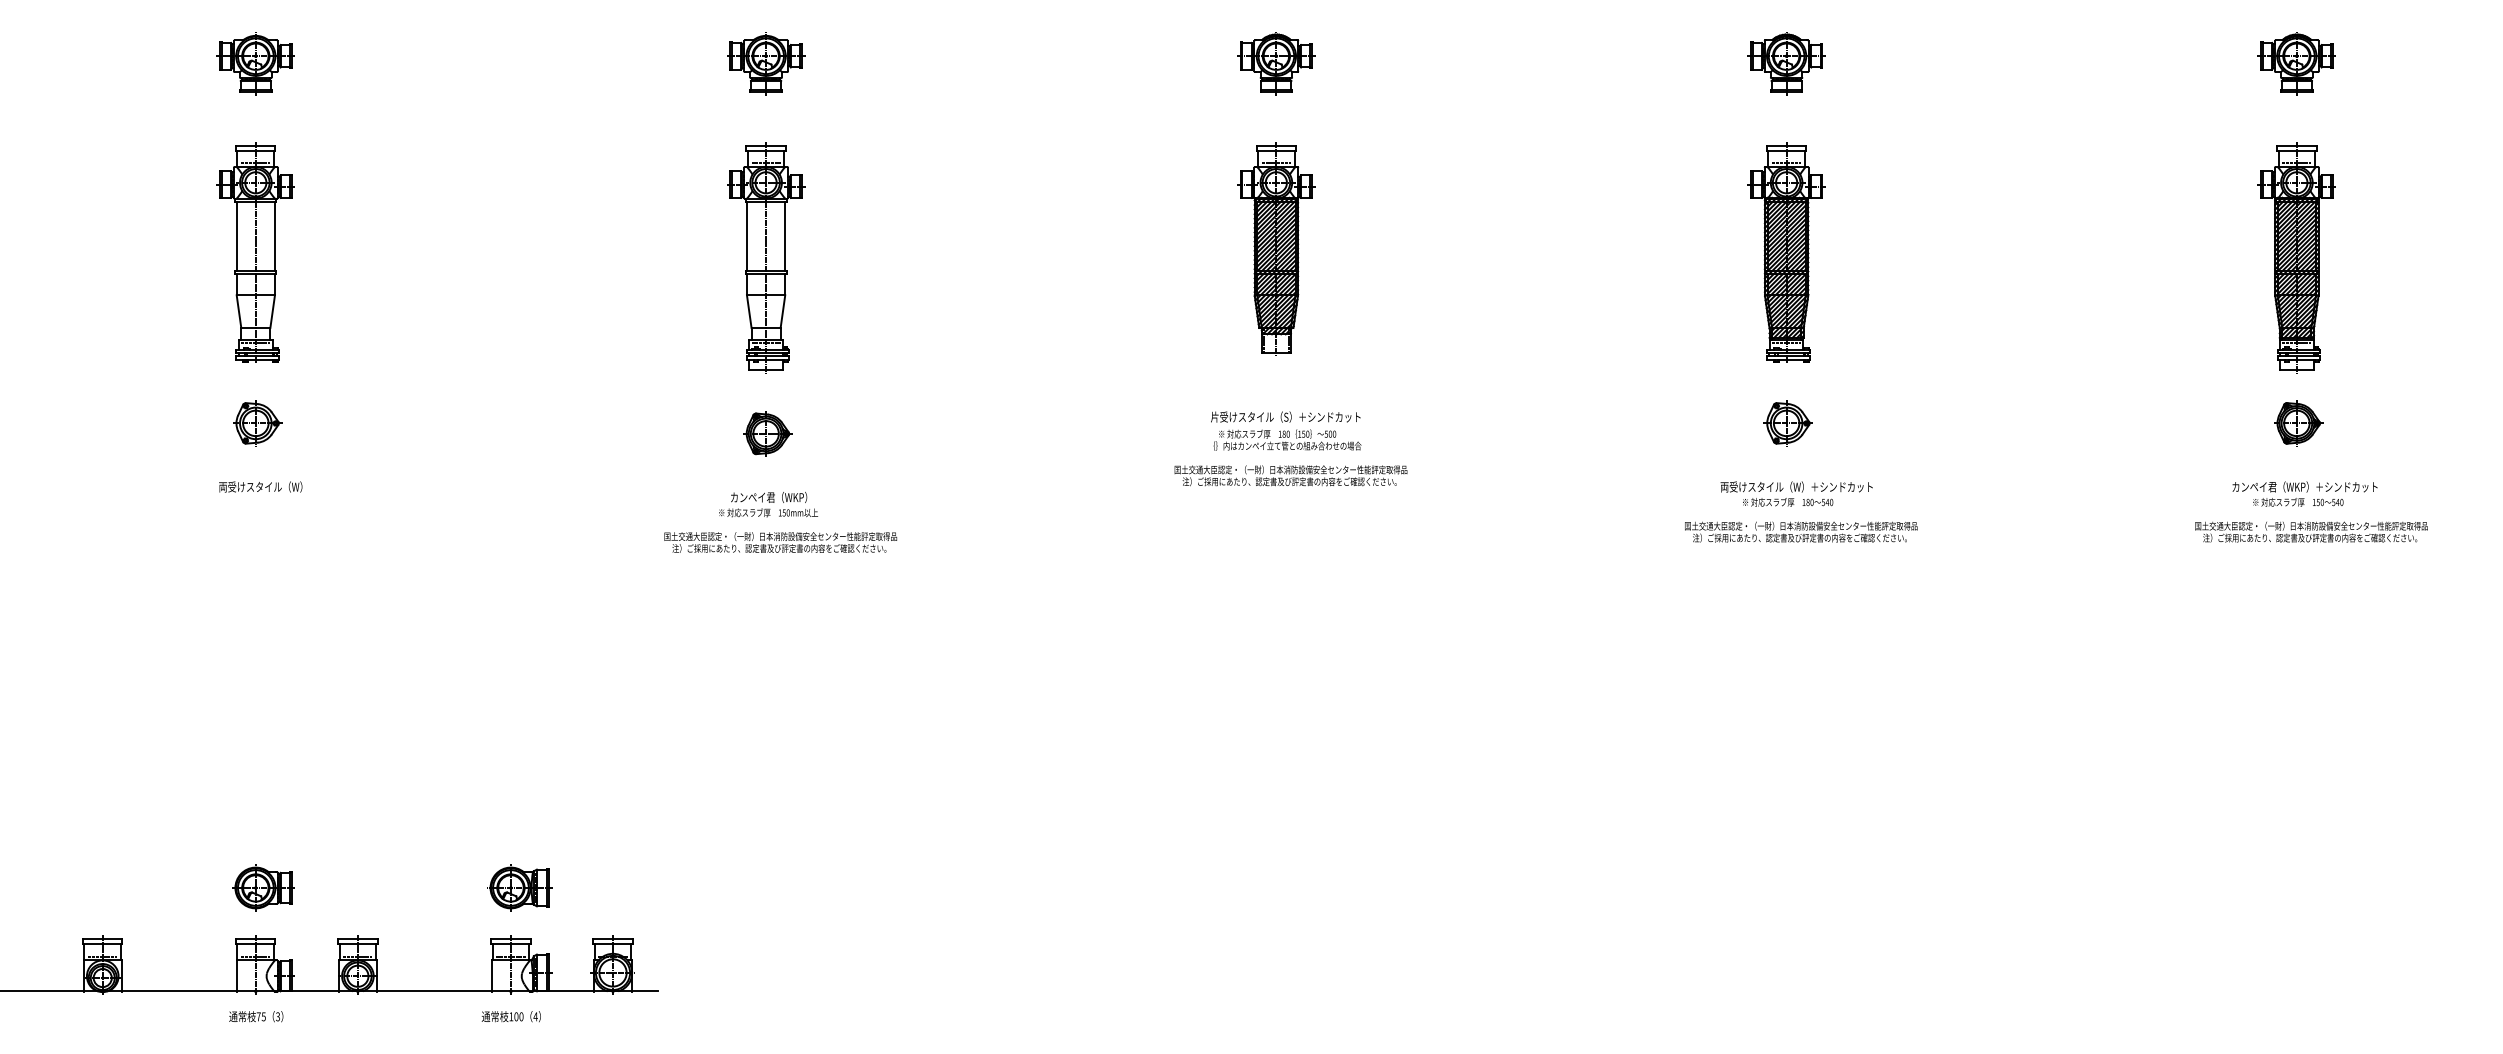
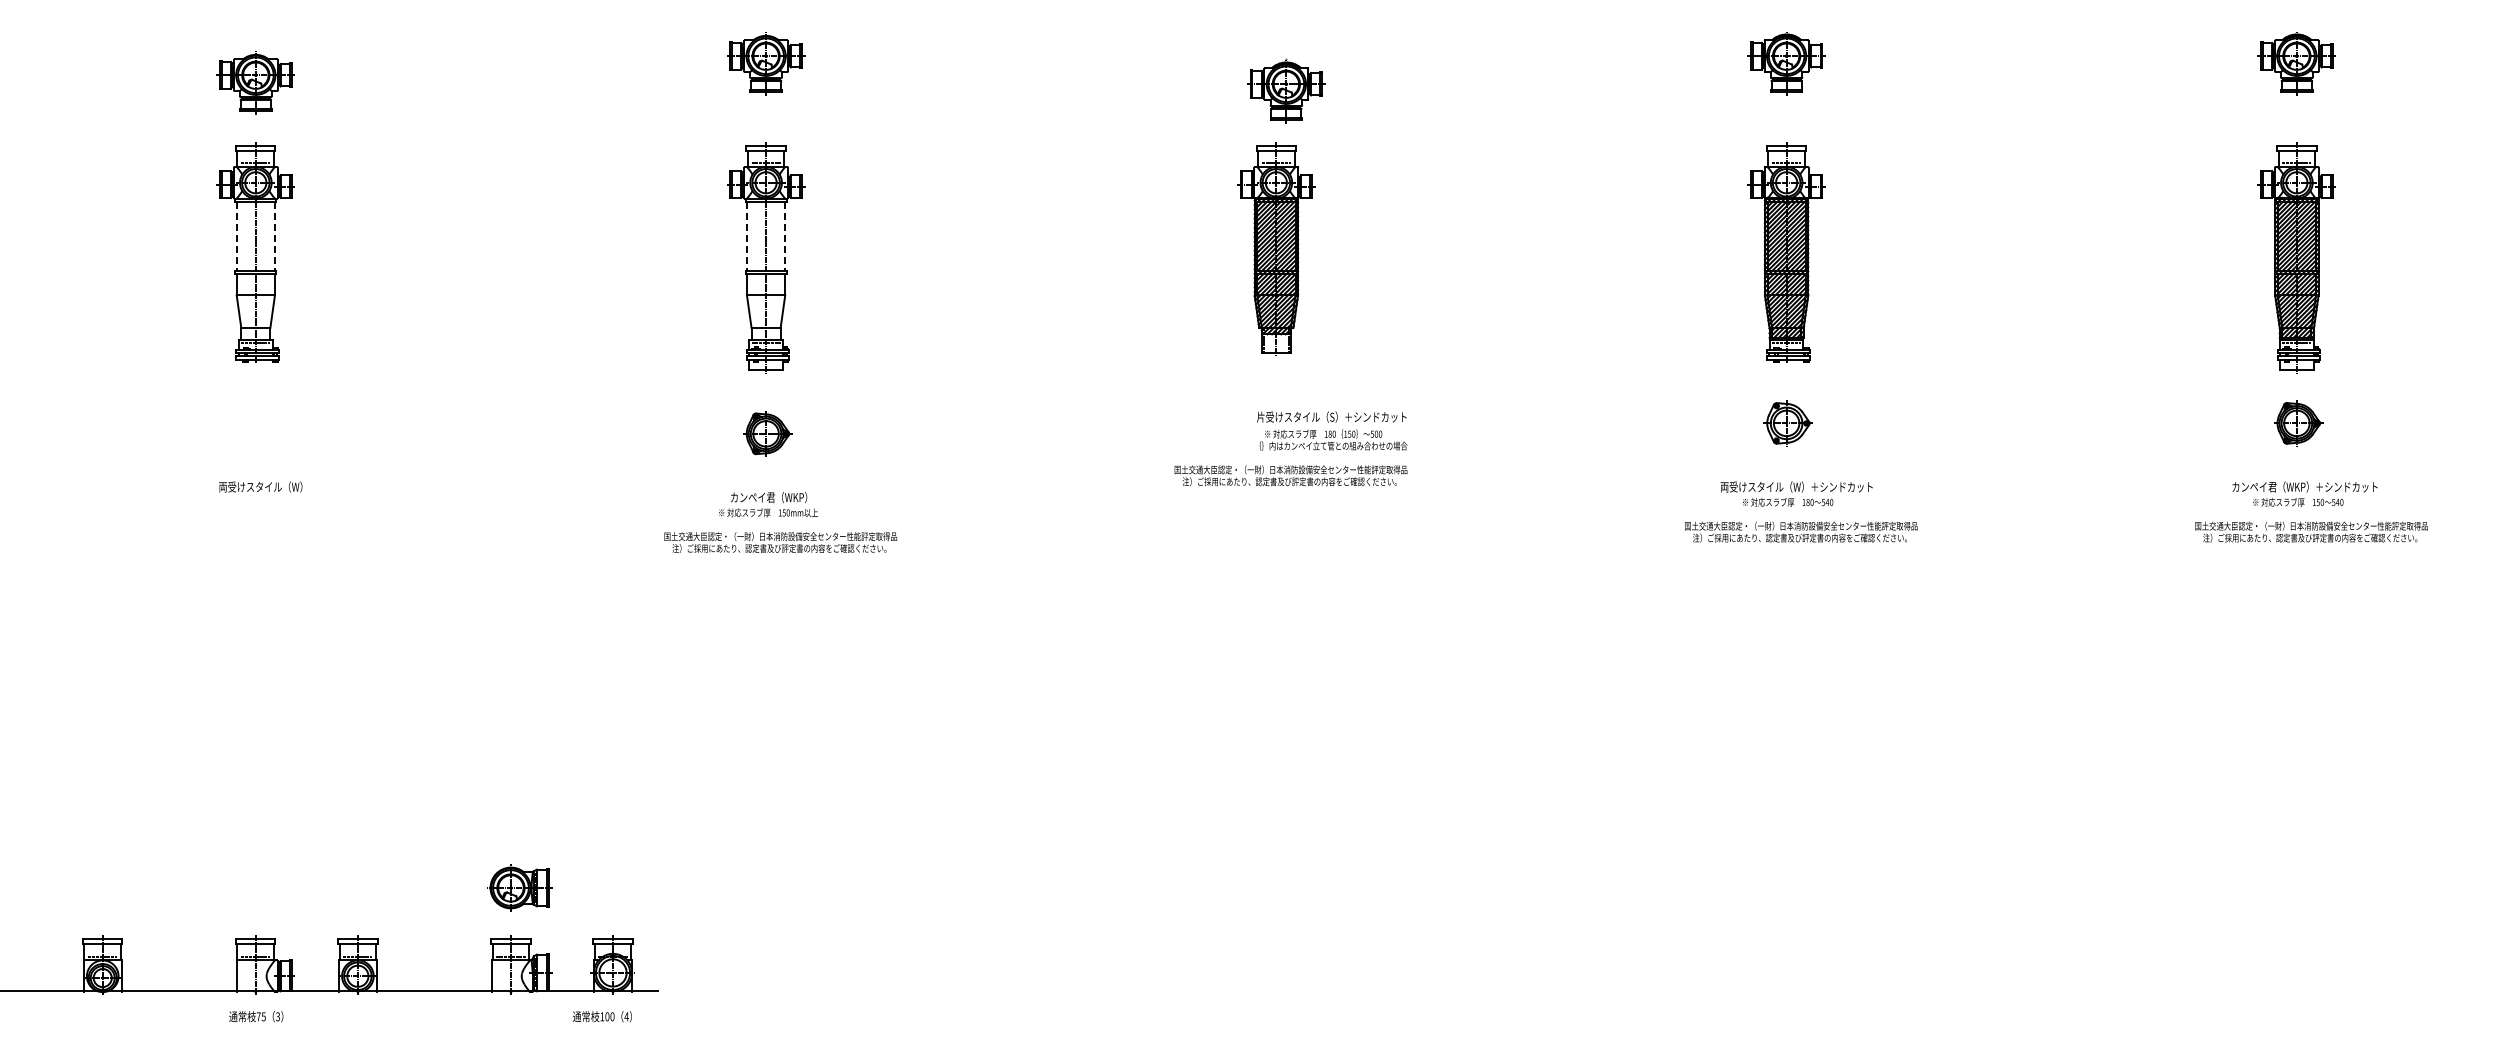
part at (255, 63) position: (255, 63) -> (255, 82)
part at (1276, 63) position: (1276, 63) -> (1286, 91)
line at (236, 236): solid -> dashed
line at (274, 236): solid -> dashed
line at (746, 236): solid -> dashed
line at (785, 236): solid -> dashed
part at (257, 423): present -> none
text at (1286, 430) position: (1286, 430) -> (1332, 430)
part at (263, 887): present -> none
text at (510, 1016) position: (510, 1016) -> (601, 1016)
